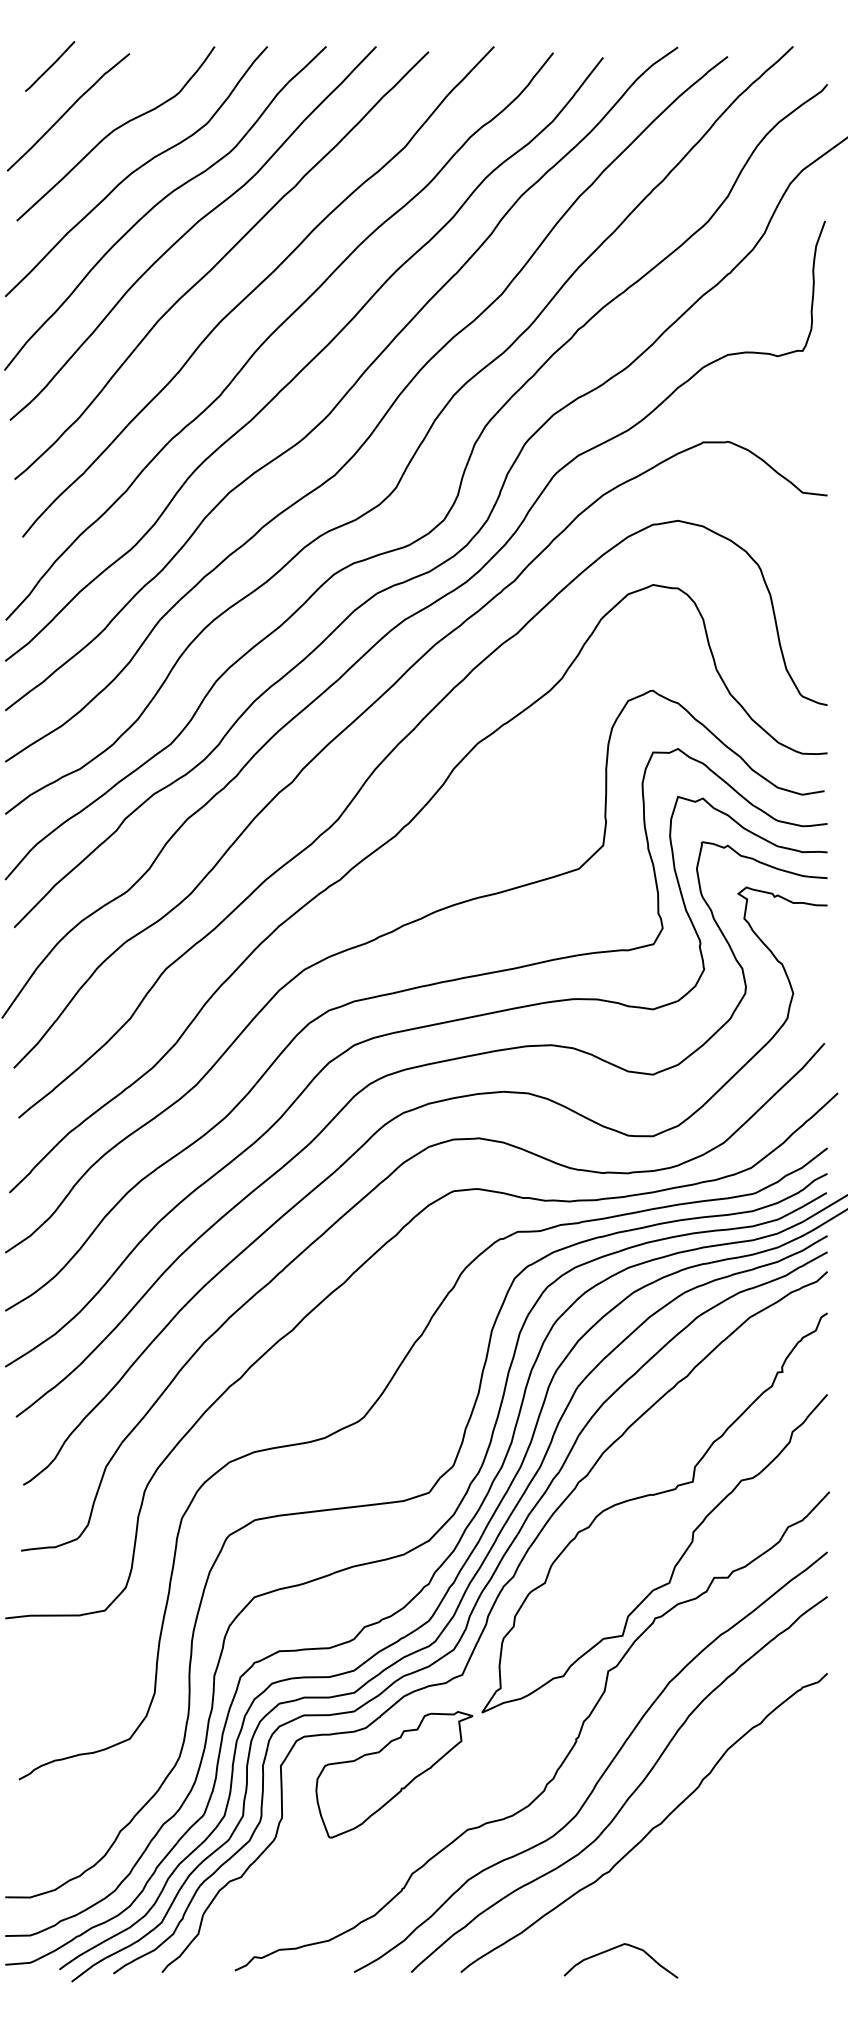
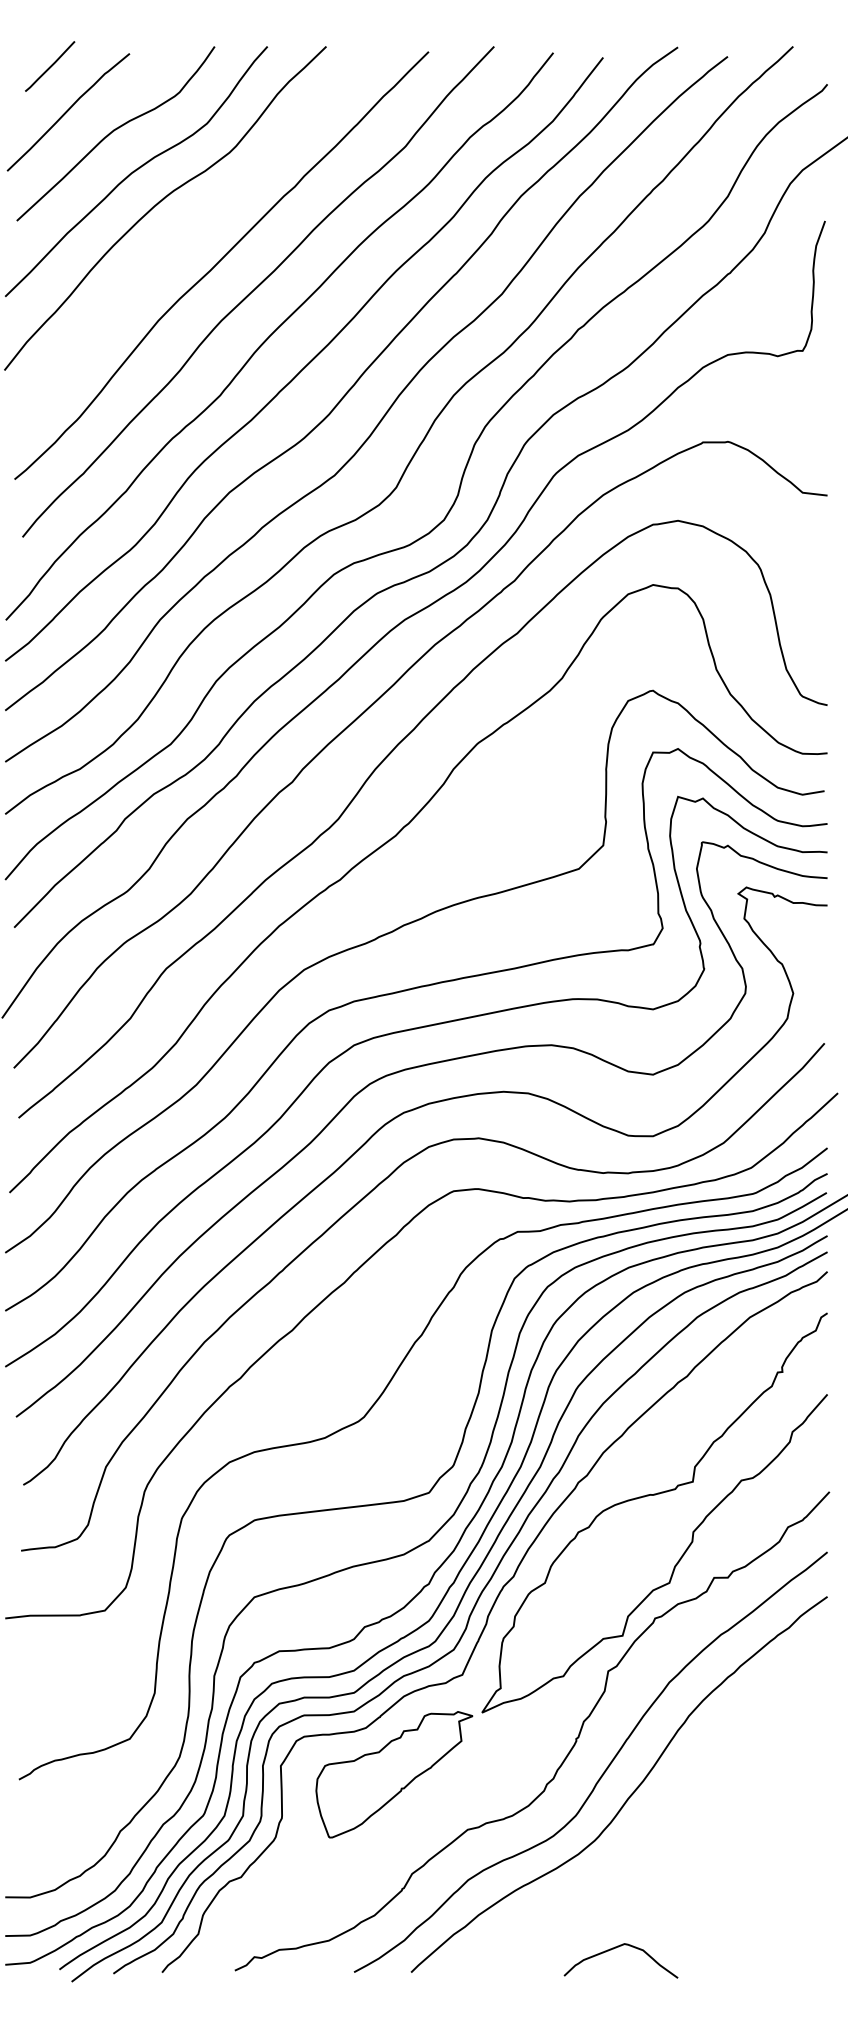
curve at (190, 230): present -> none
curve at (650, 1829): present -> none
